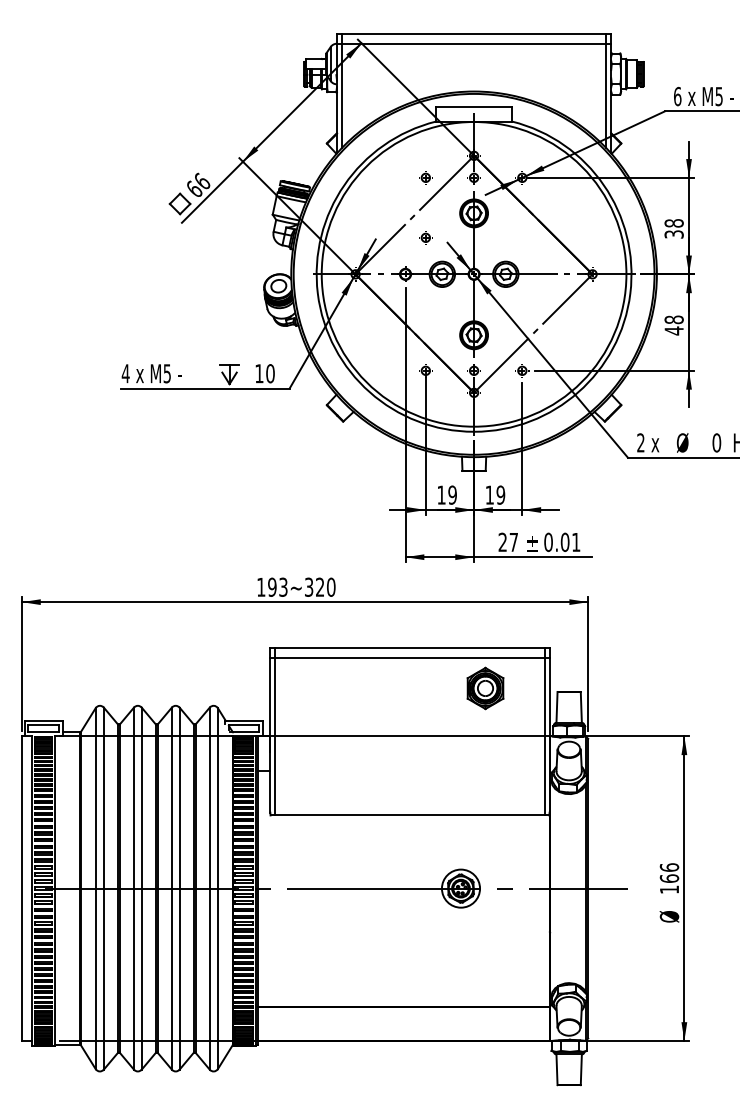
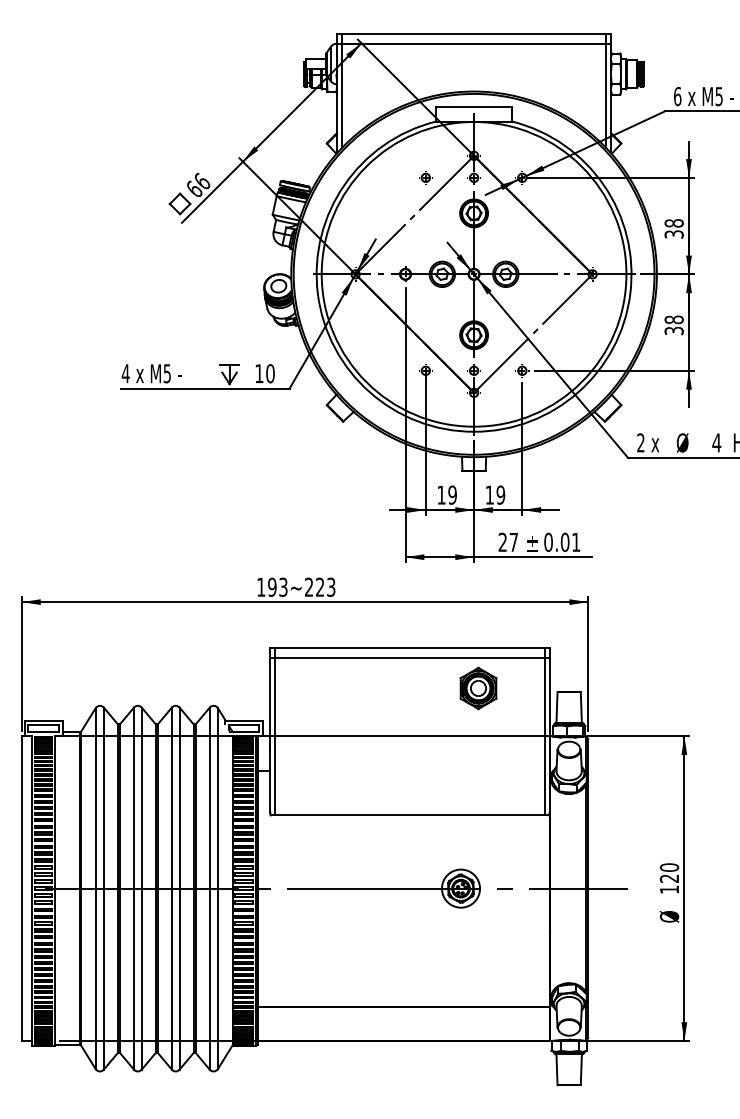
part at (425, 237): present -> none
text at (673, 330): 48 -> 38
text at (716, 442): 0 -> 4
text at (320, 586): 193~320 -> 193~223
part at (485, 688) position: (485, 688) -> (478, 688)
text at (669, 872): 166 -> 120
